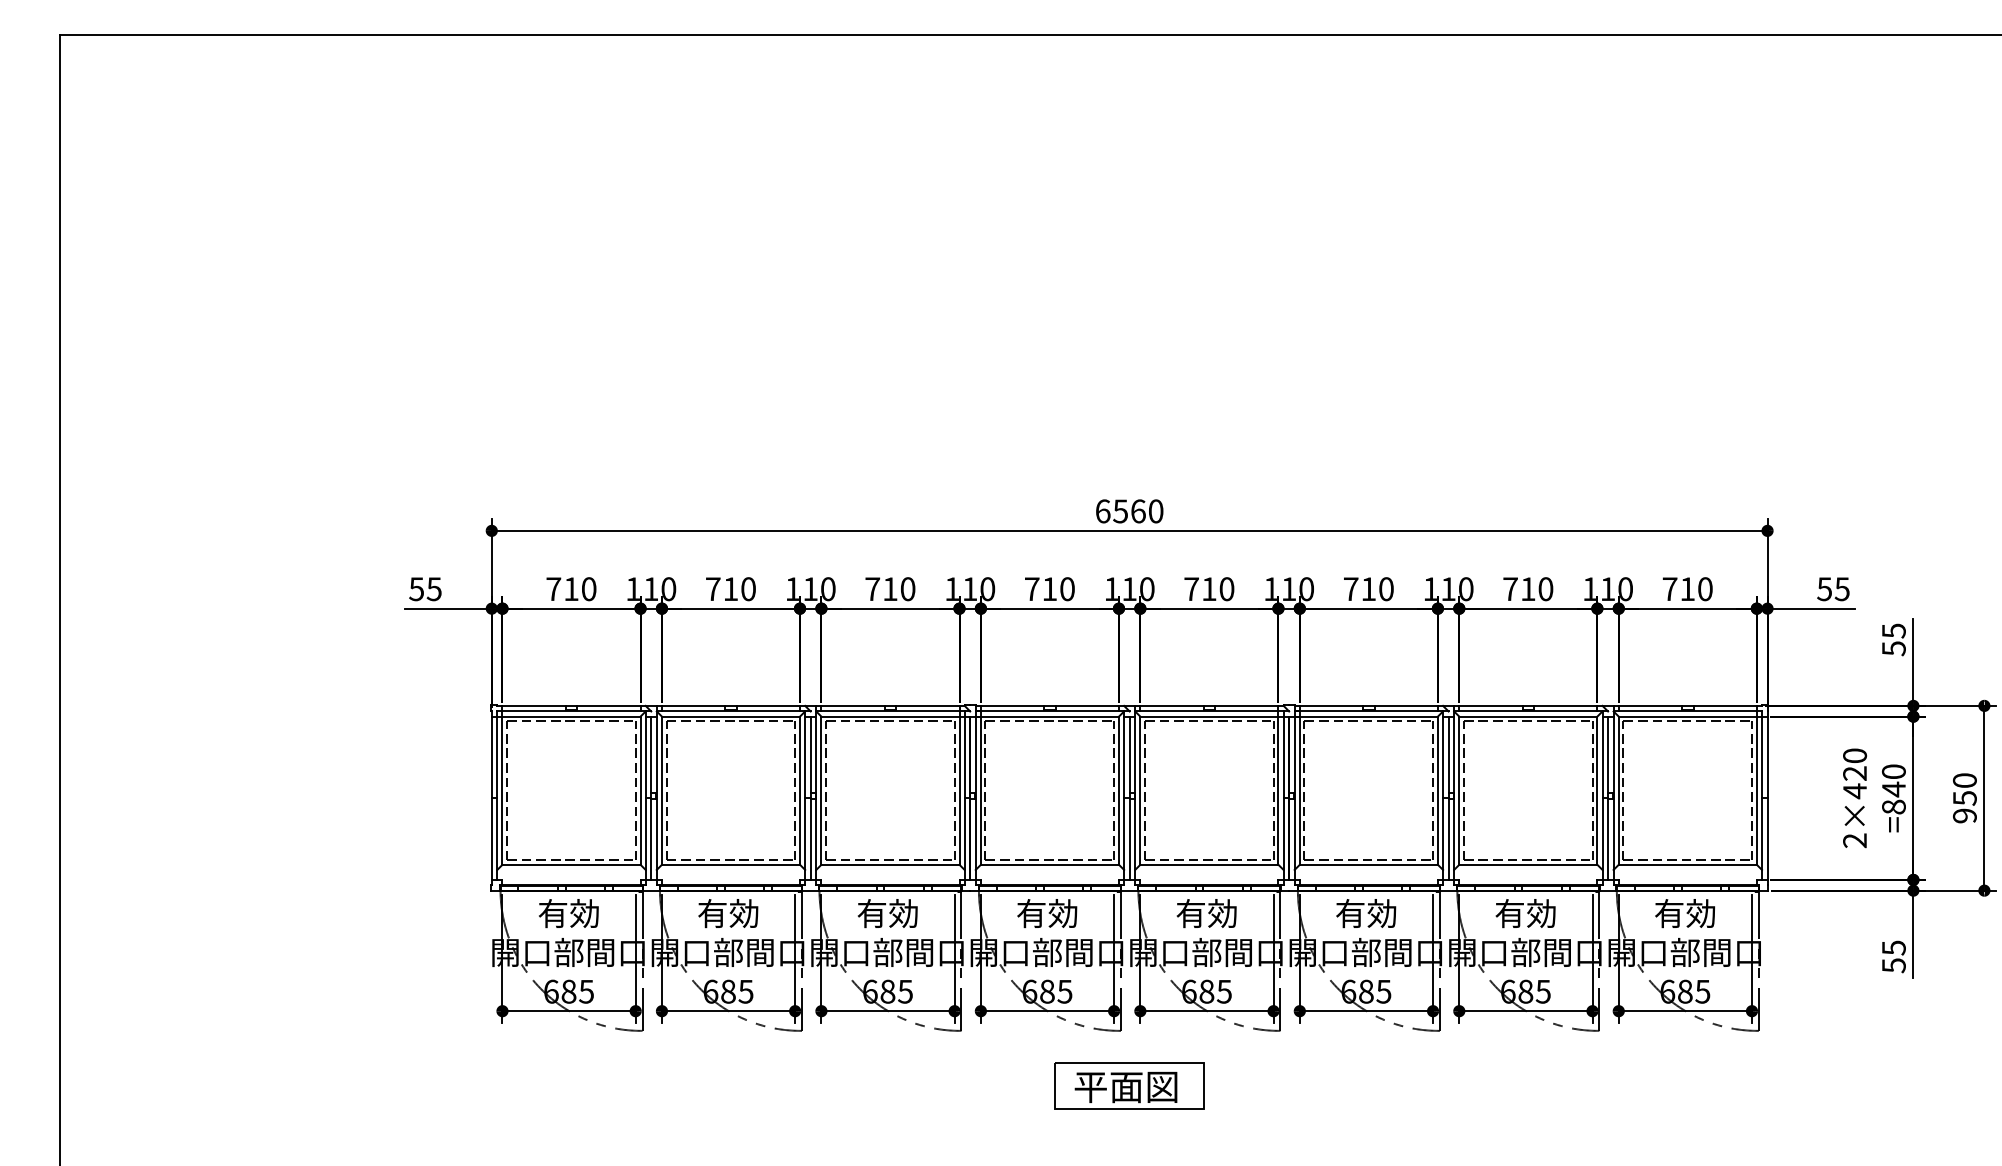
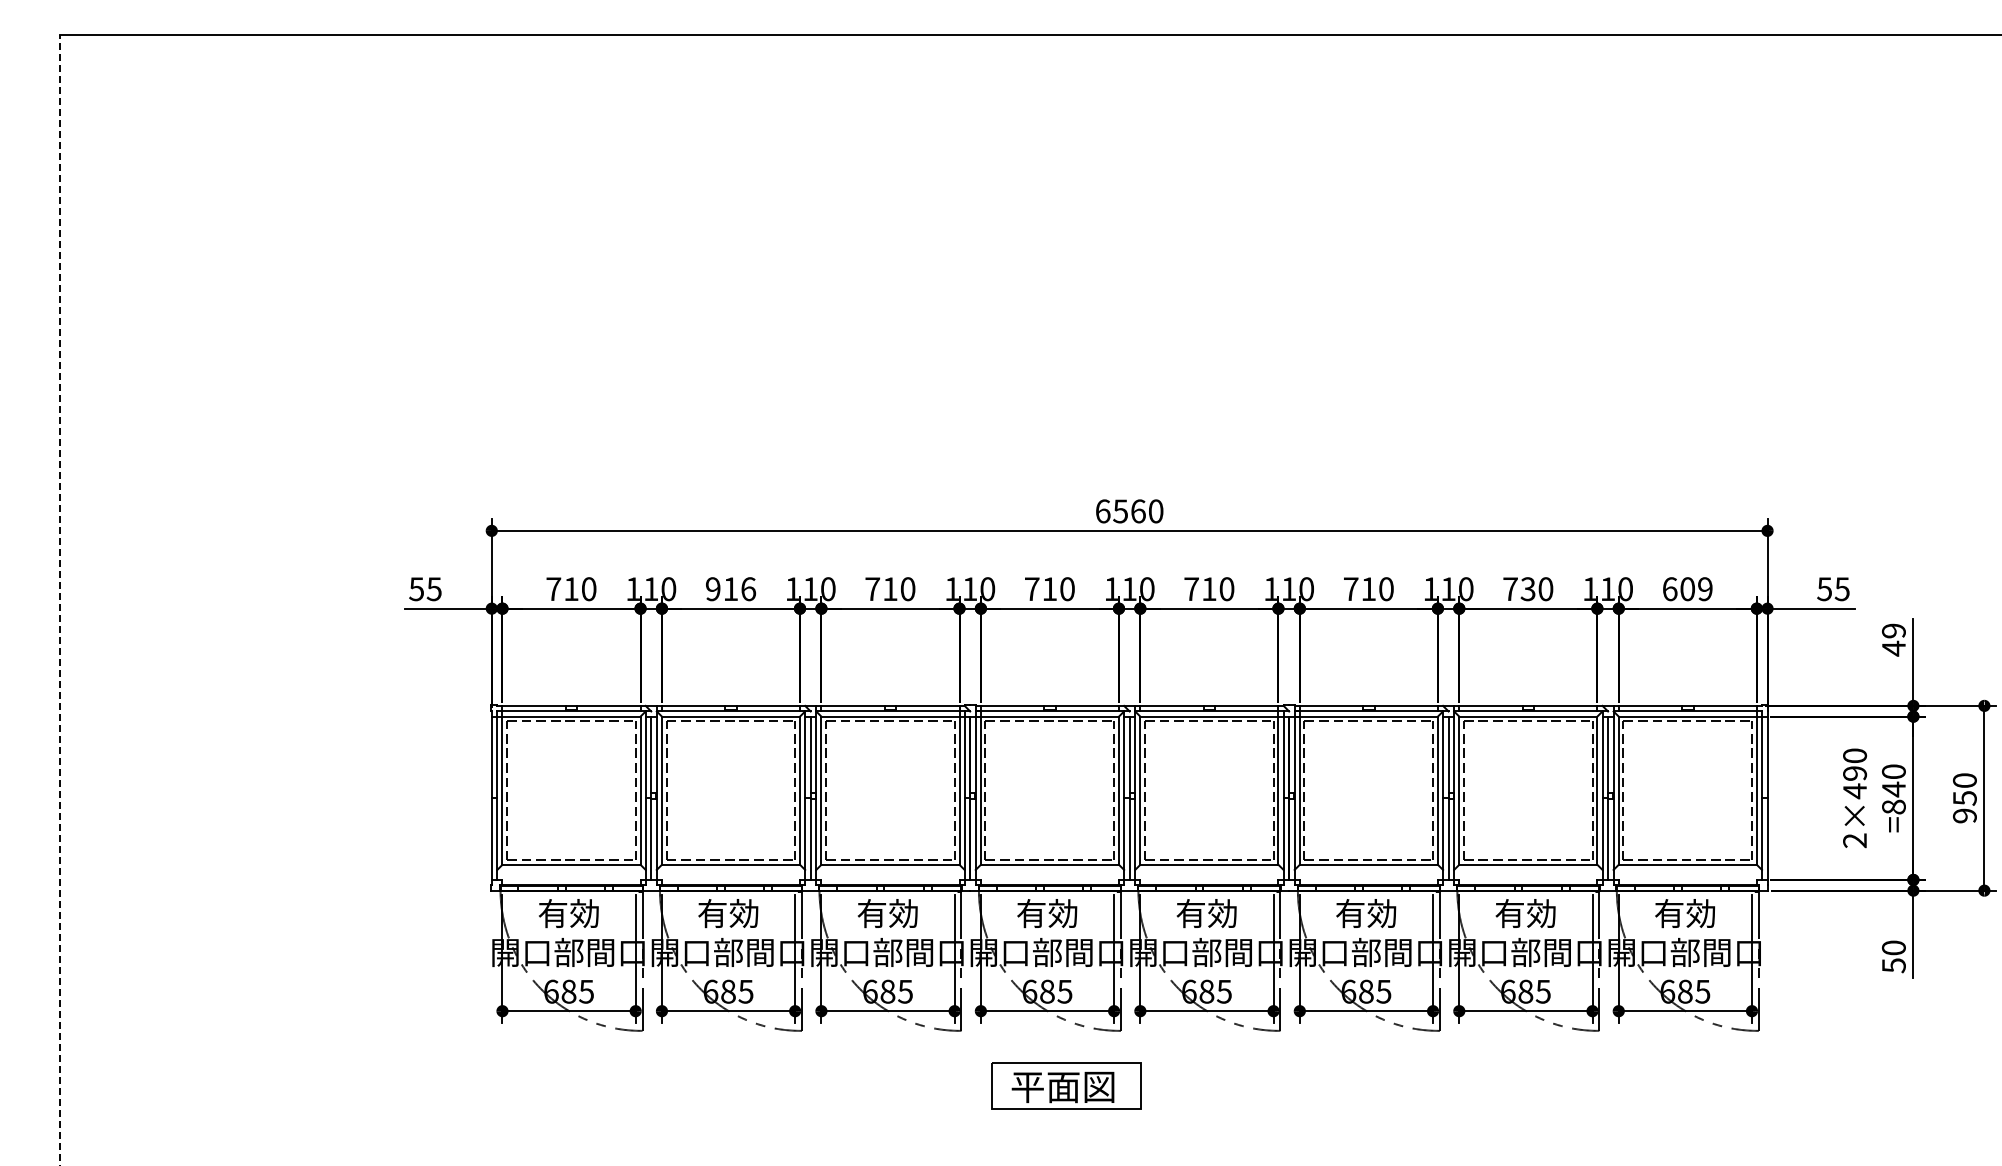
text at (731, 589): 710 -> 916
text at (1527, 589): 710 -> 730
text at (1687, 589): 710 -> 609
line at (60, 599): solid -> dashed
text at (1893, 639): 55 -> 49
text at (1855, 773): 2×420 -> 2×490
text at (1893, 947): 55 -> 50
part at (1129, 1085) position: (1129, 1085) -> (1066, 1085)
